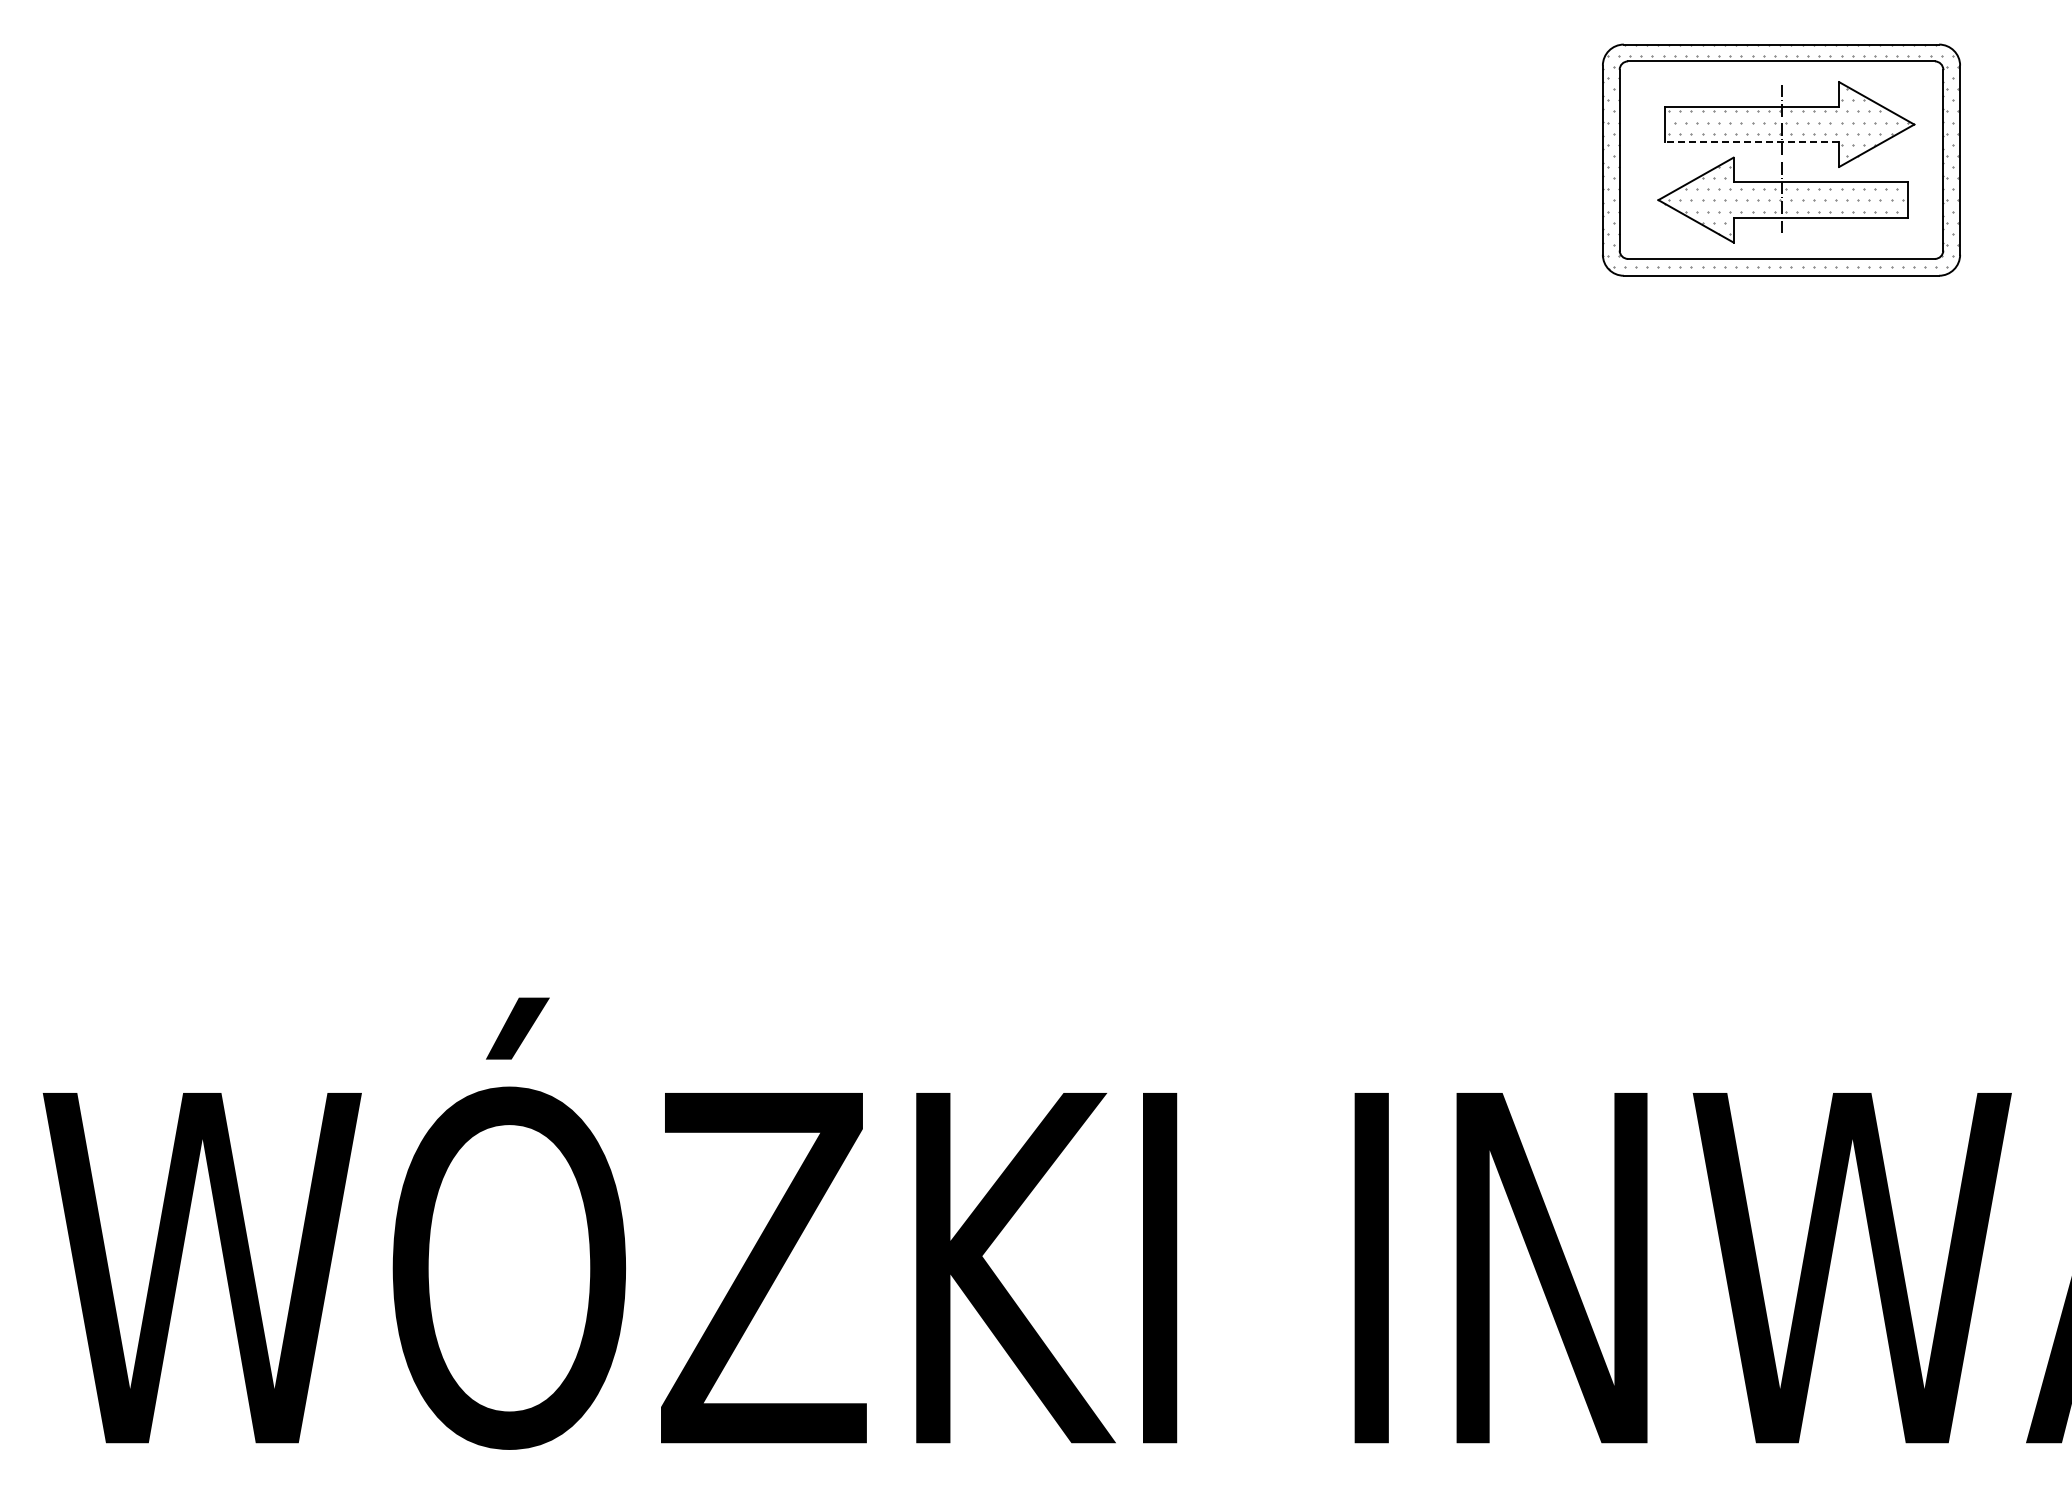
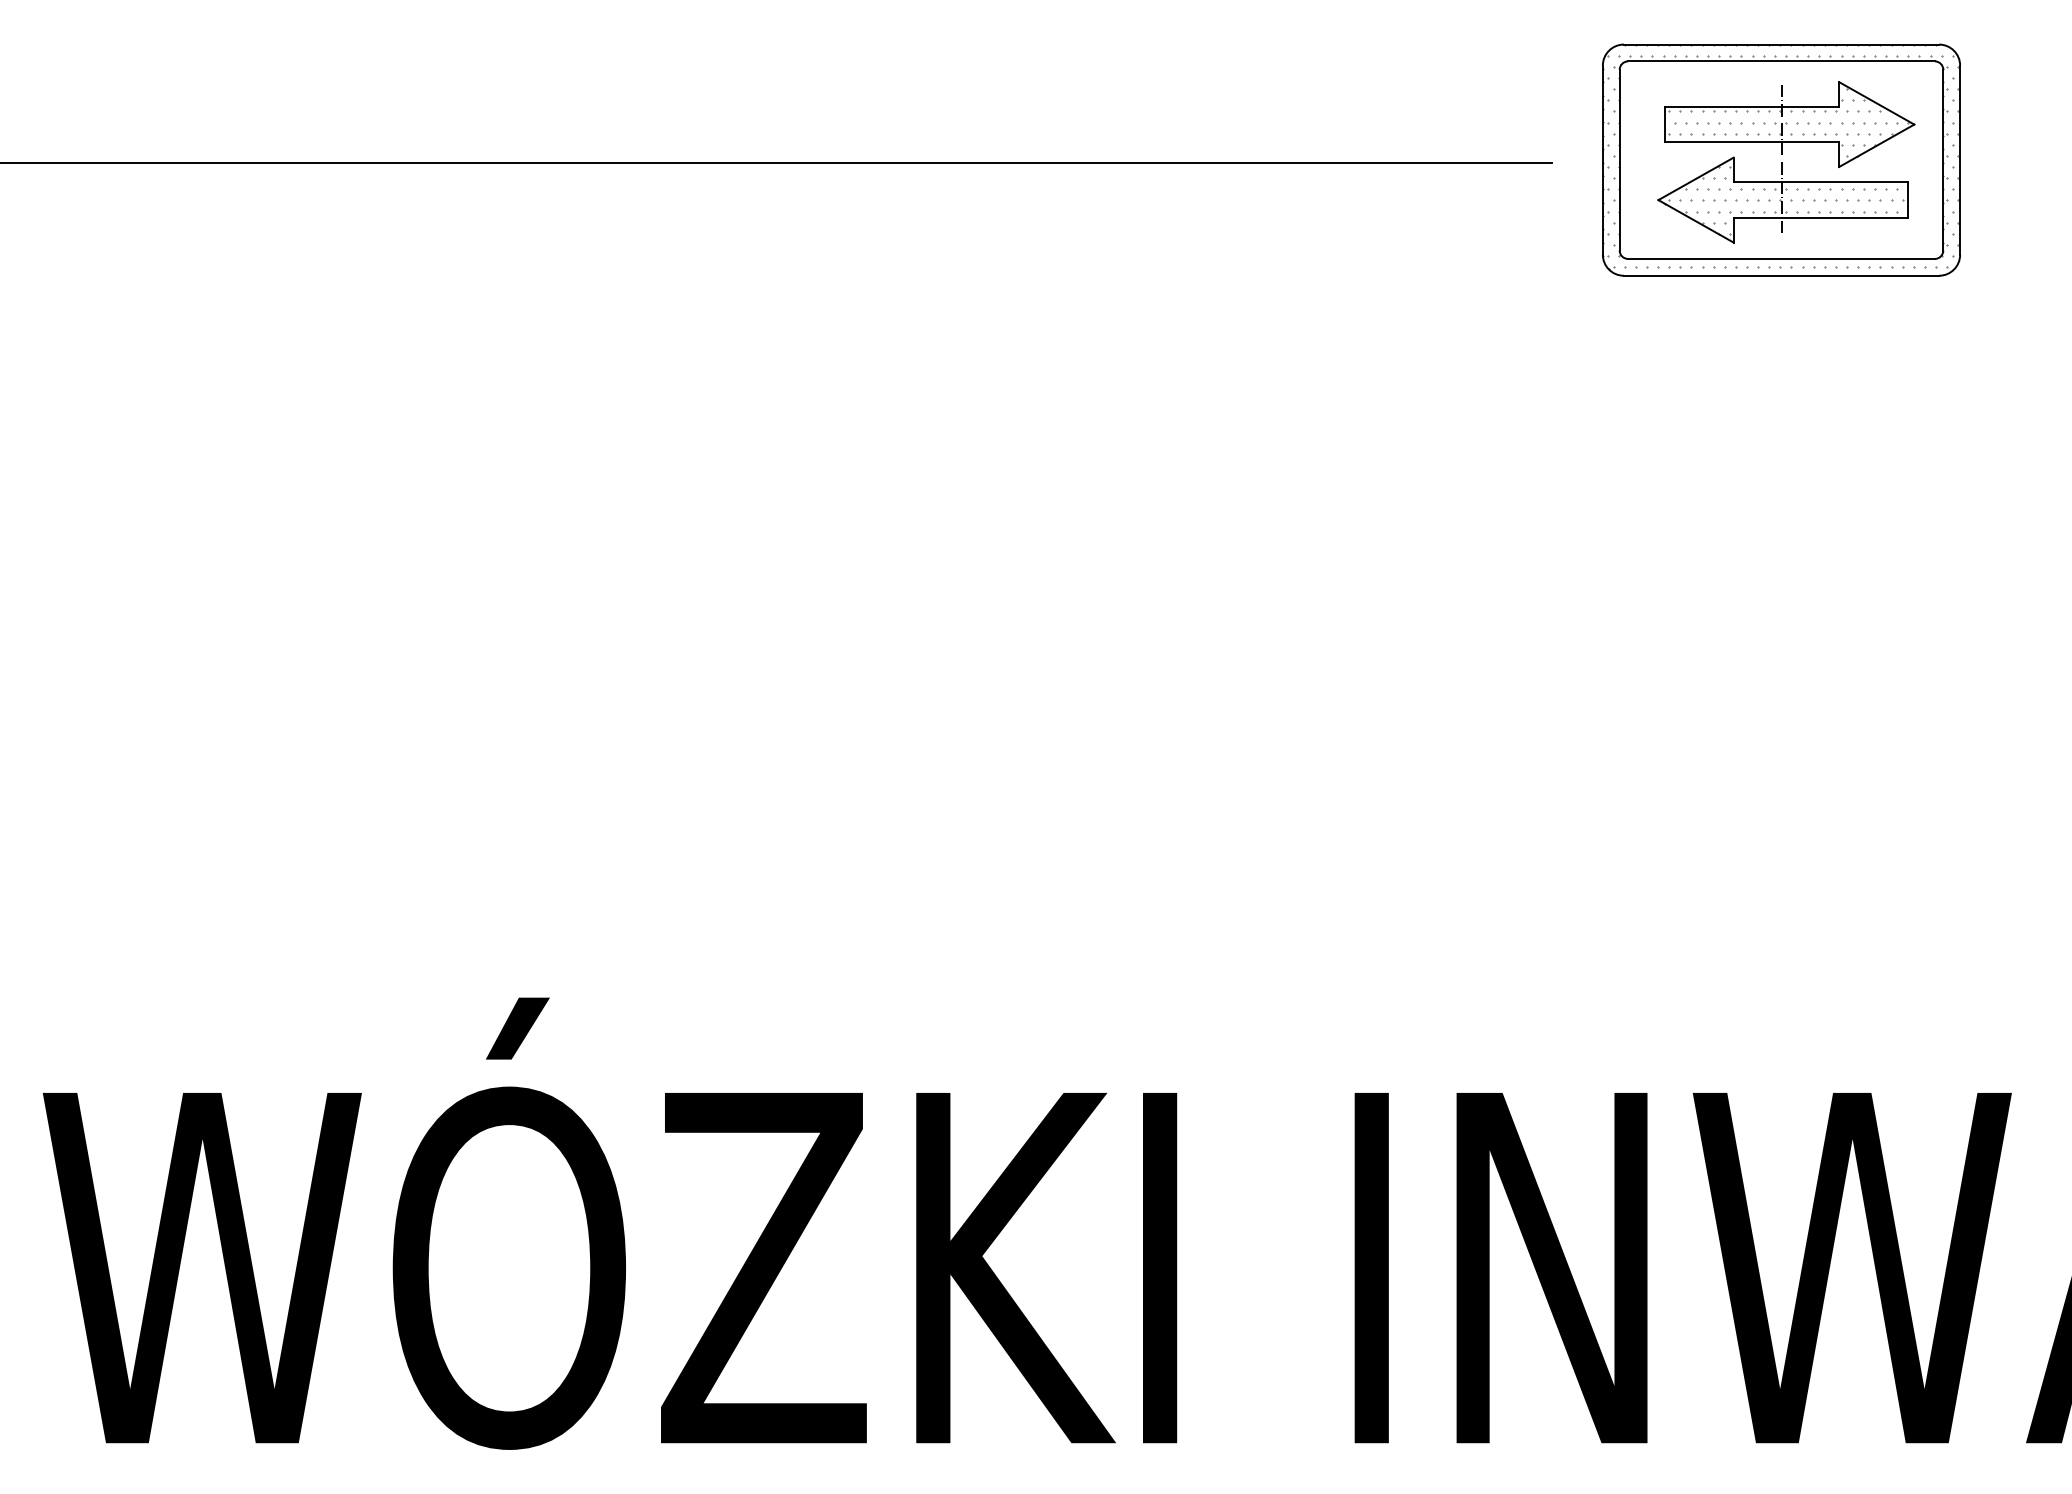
line at (1751, 142): dashed -> solid
line at (776, 162): none -> present
